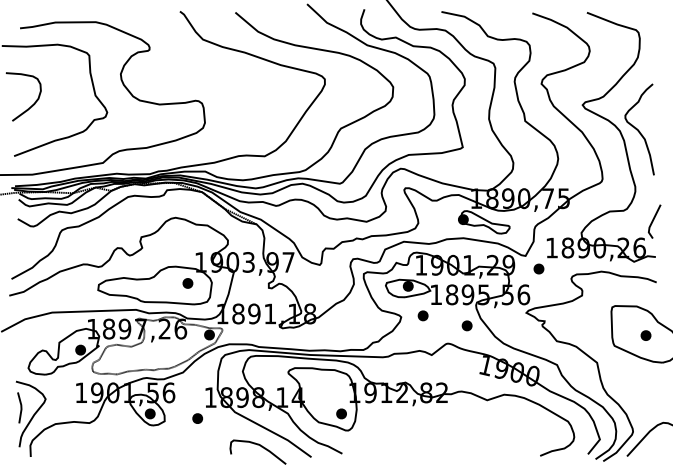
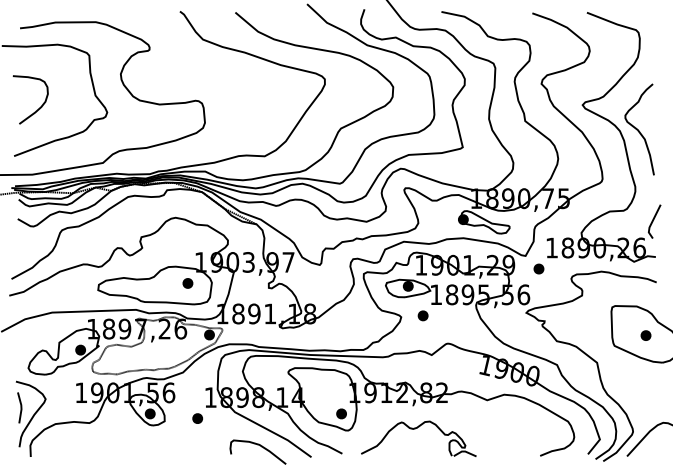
part at (32, 104) position: (32, 104) -> (39, 107)
part at (466, 325): present -> none
part at (415, 429): none -> present
